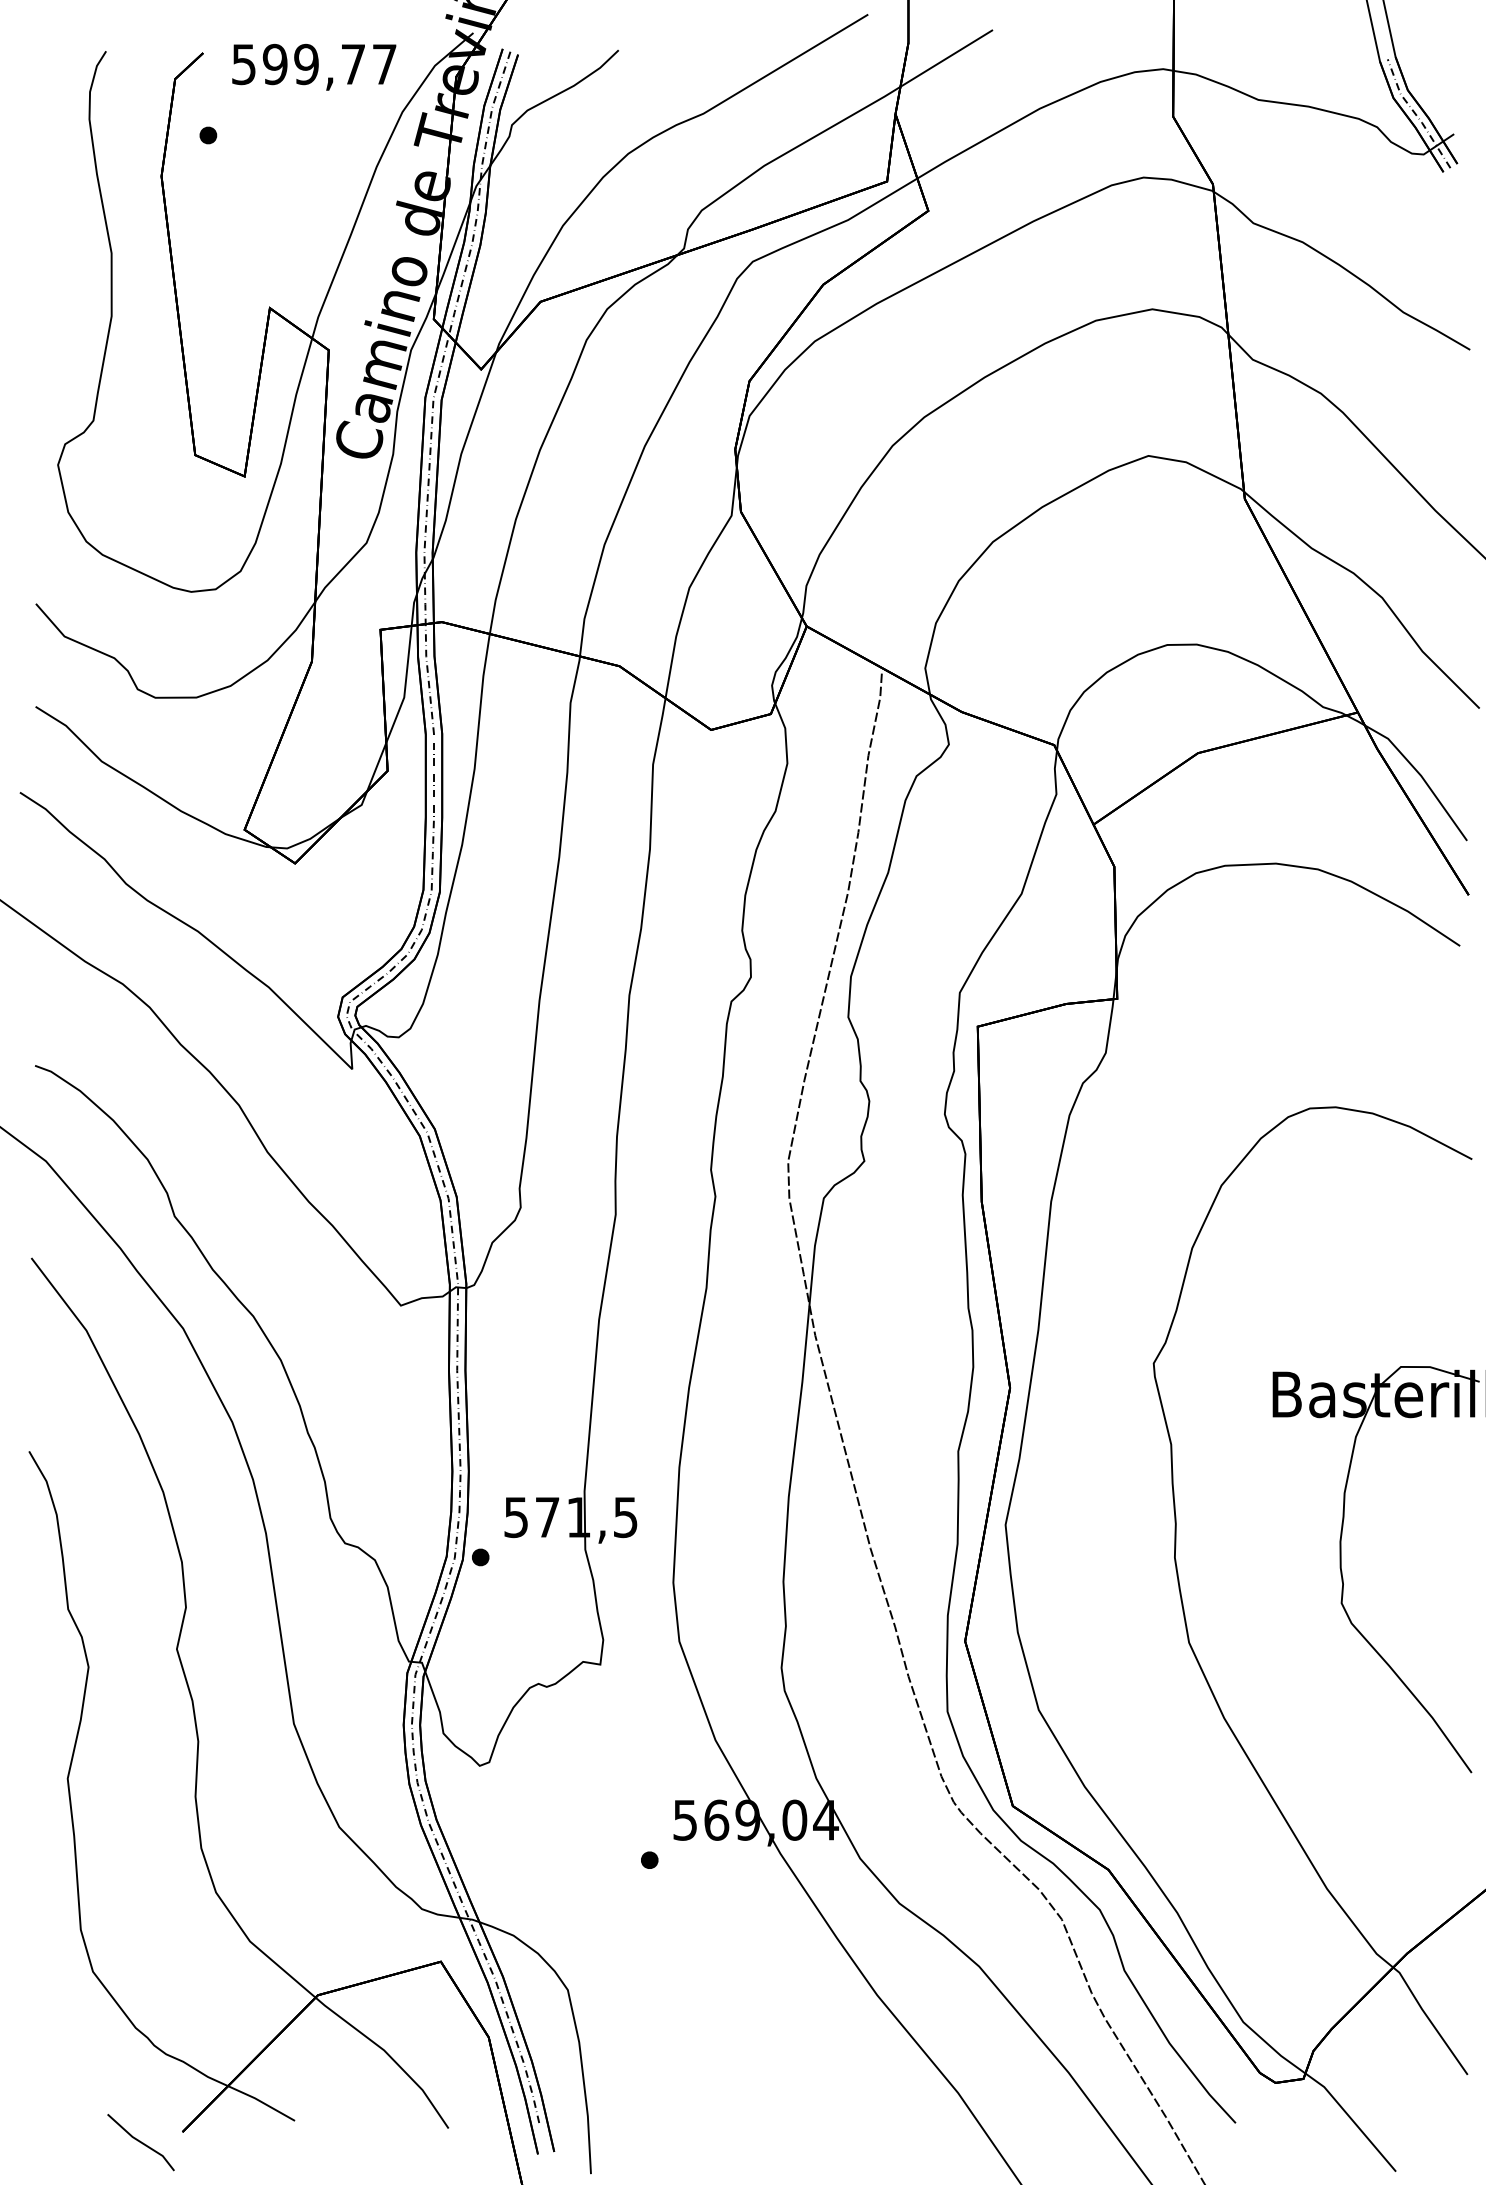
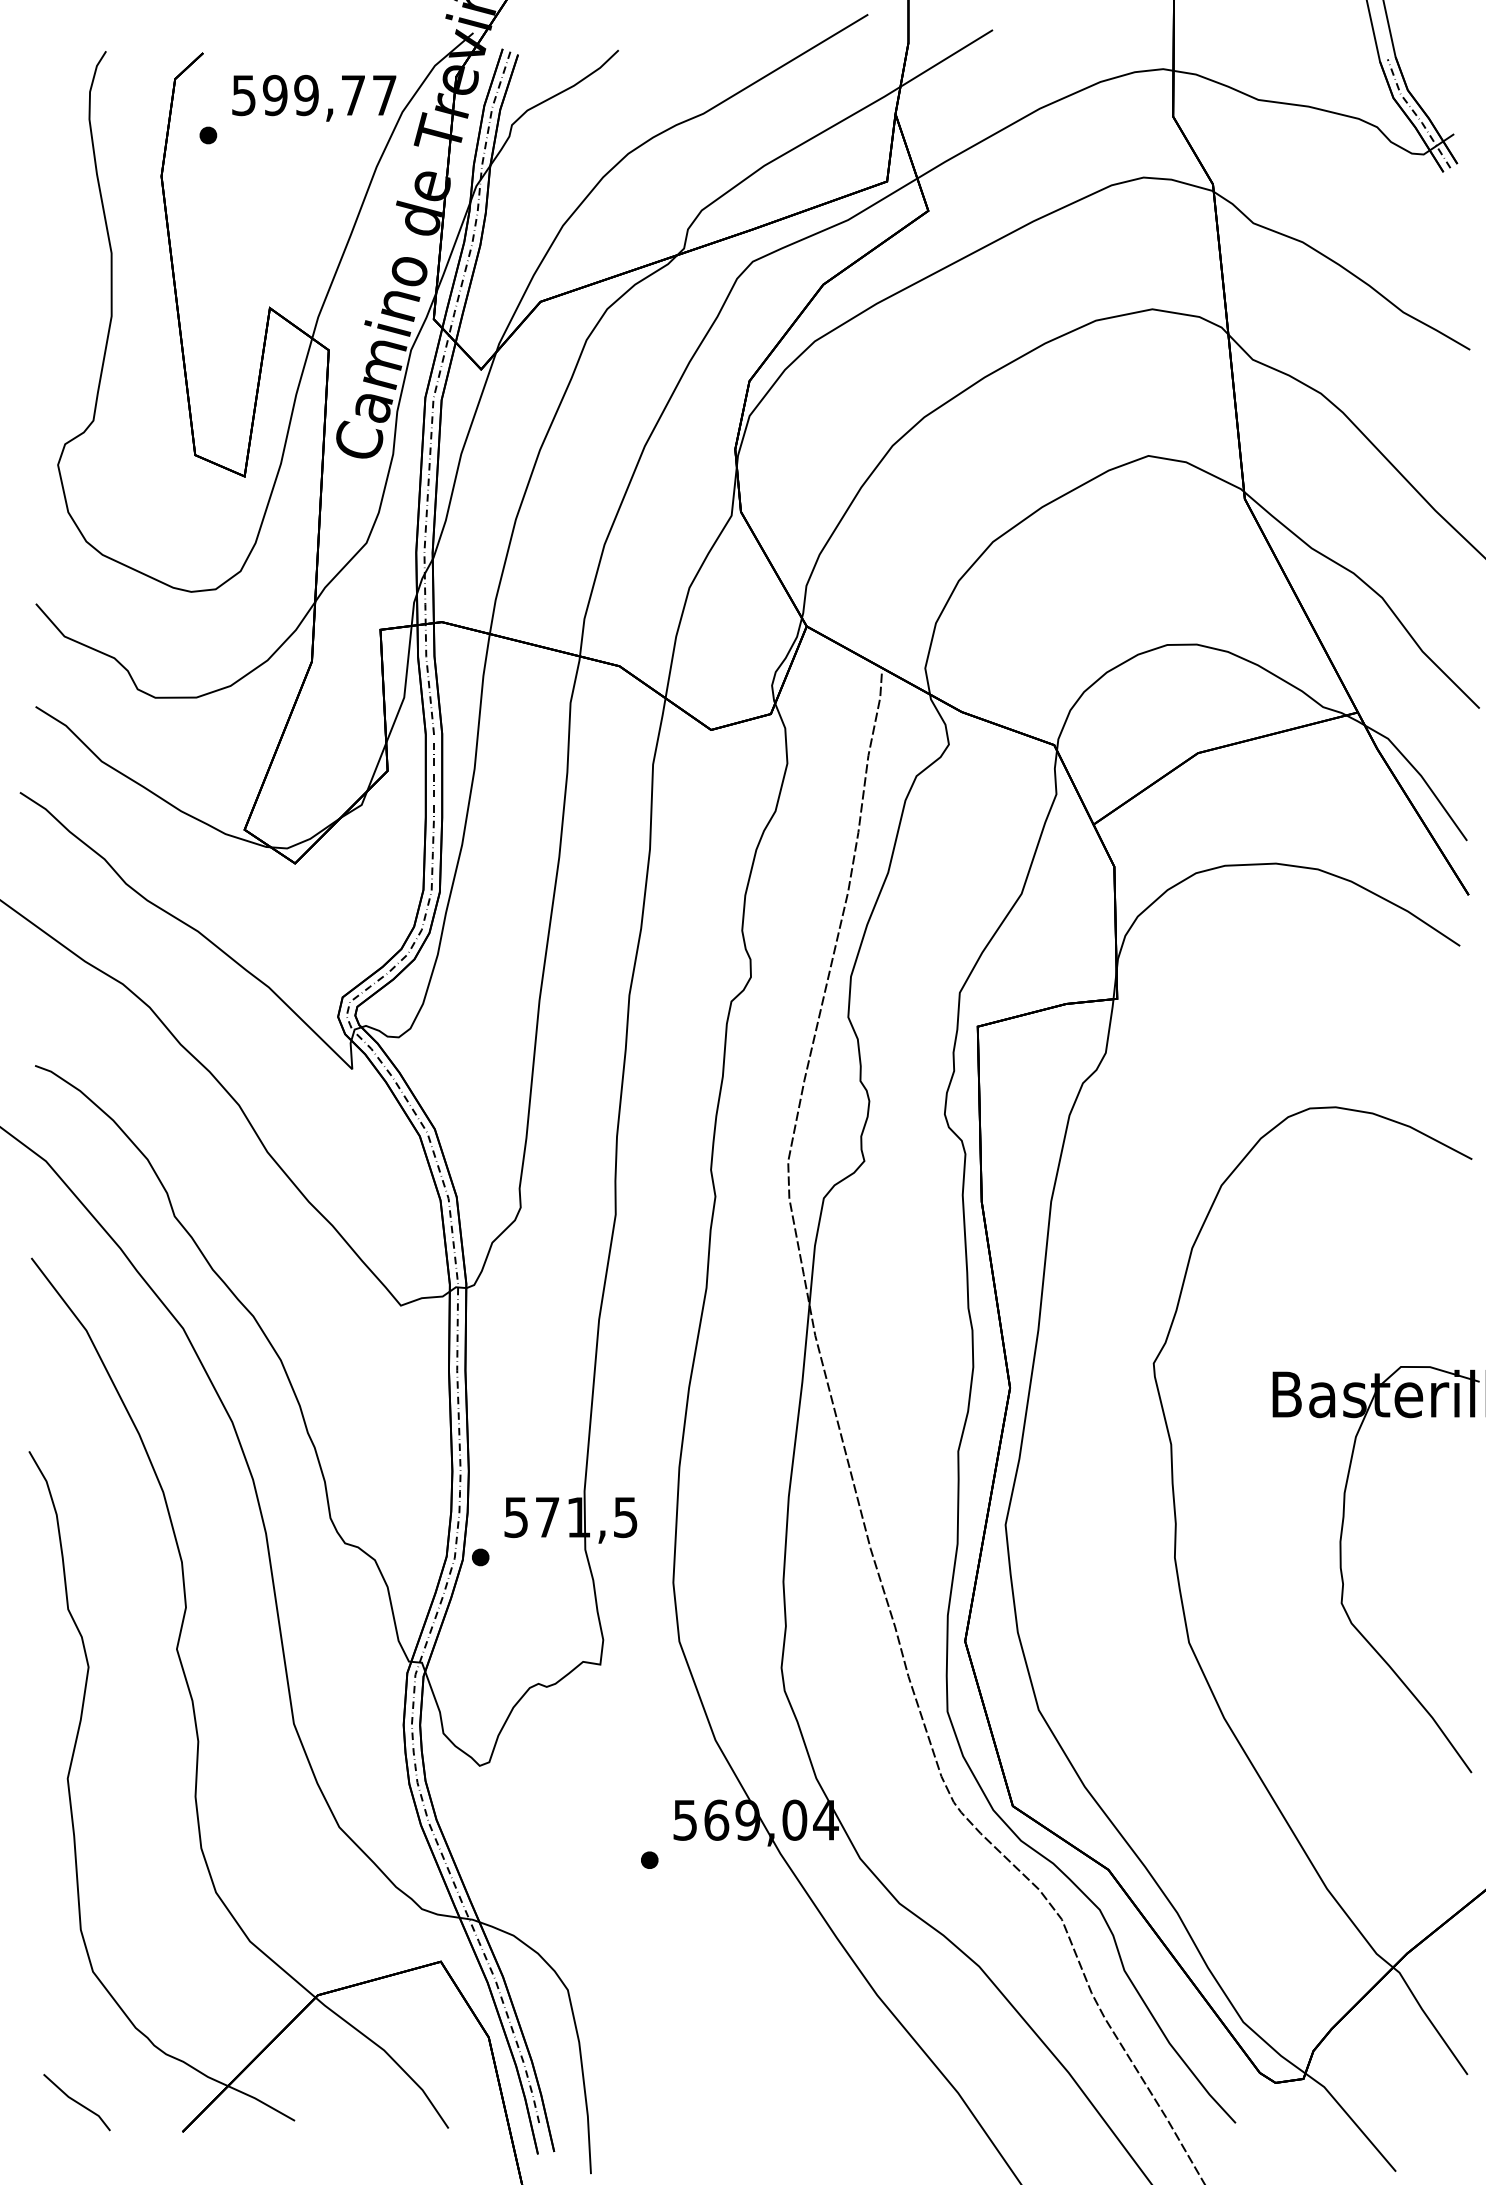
text at (314, 66) position: (314, 66) -> (314, 97)
line at (140, 2142) position: (140, 2142) -> (76, 2102)
